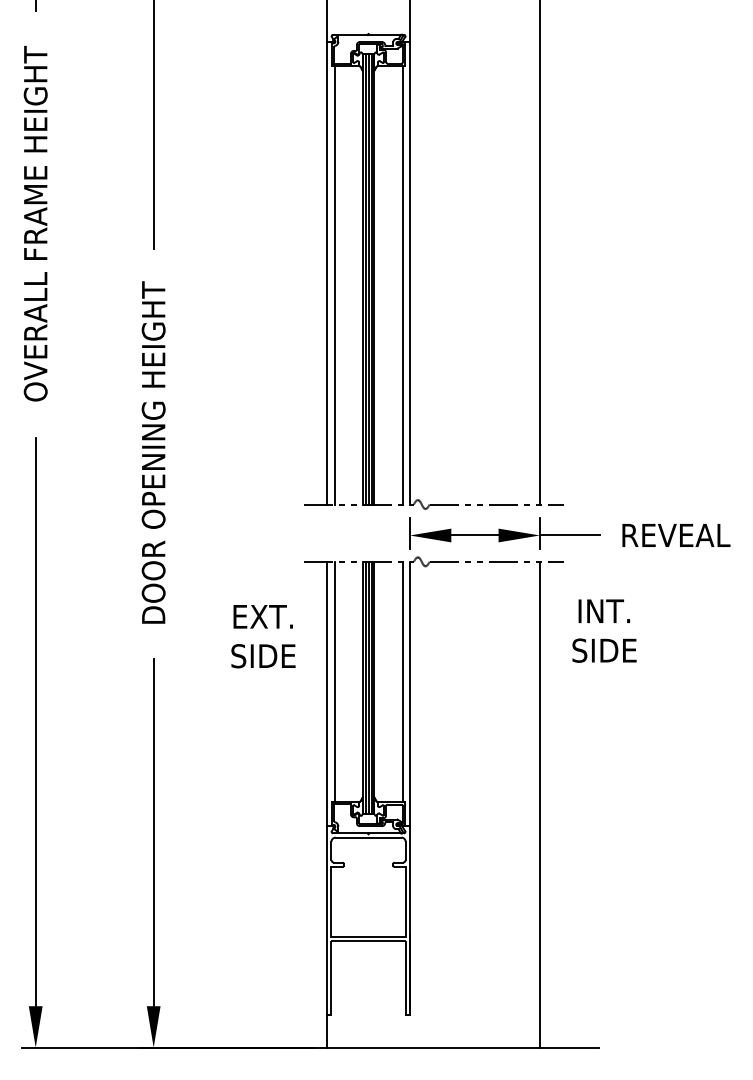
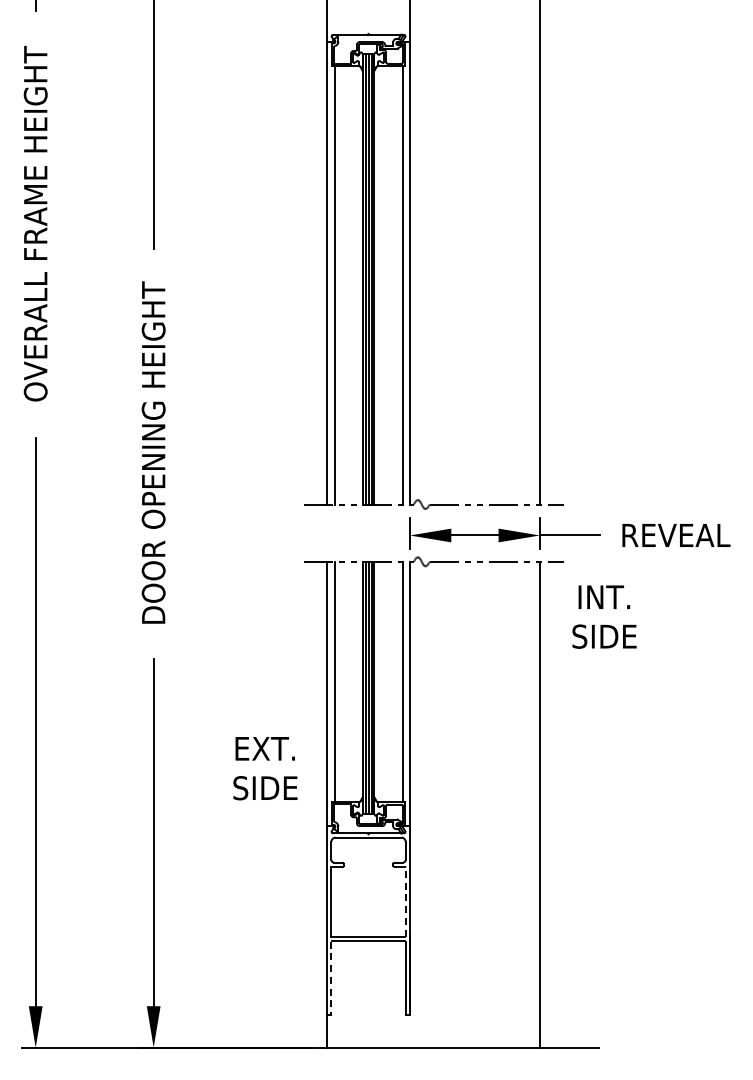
text at (604, 630) position: (604, 630) -> (604, 616)
text at (263, 636) position: (263, 636) -> (265, 768)
line at (405, 901): solid -> dashed
line at (331, 978): solid -> dashed
